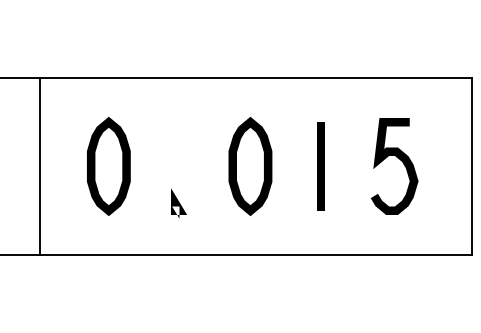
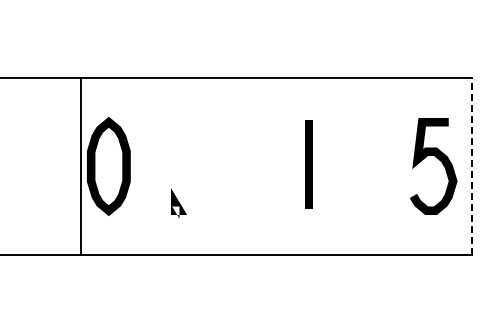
curve at (400, 160) position: (400, 160) -> (439, 160)
line at (40, 166) position: (40, 166) -> (81, 166)
part at (250, 166): present -> none
line at (320, 166) position: (320, 166) -> (308, 164)
line at (471, 166): solid -> dashed
